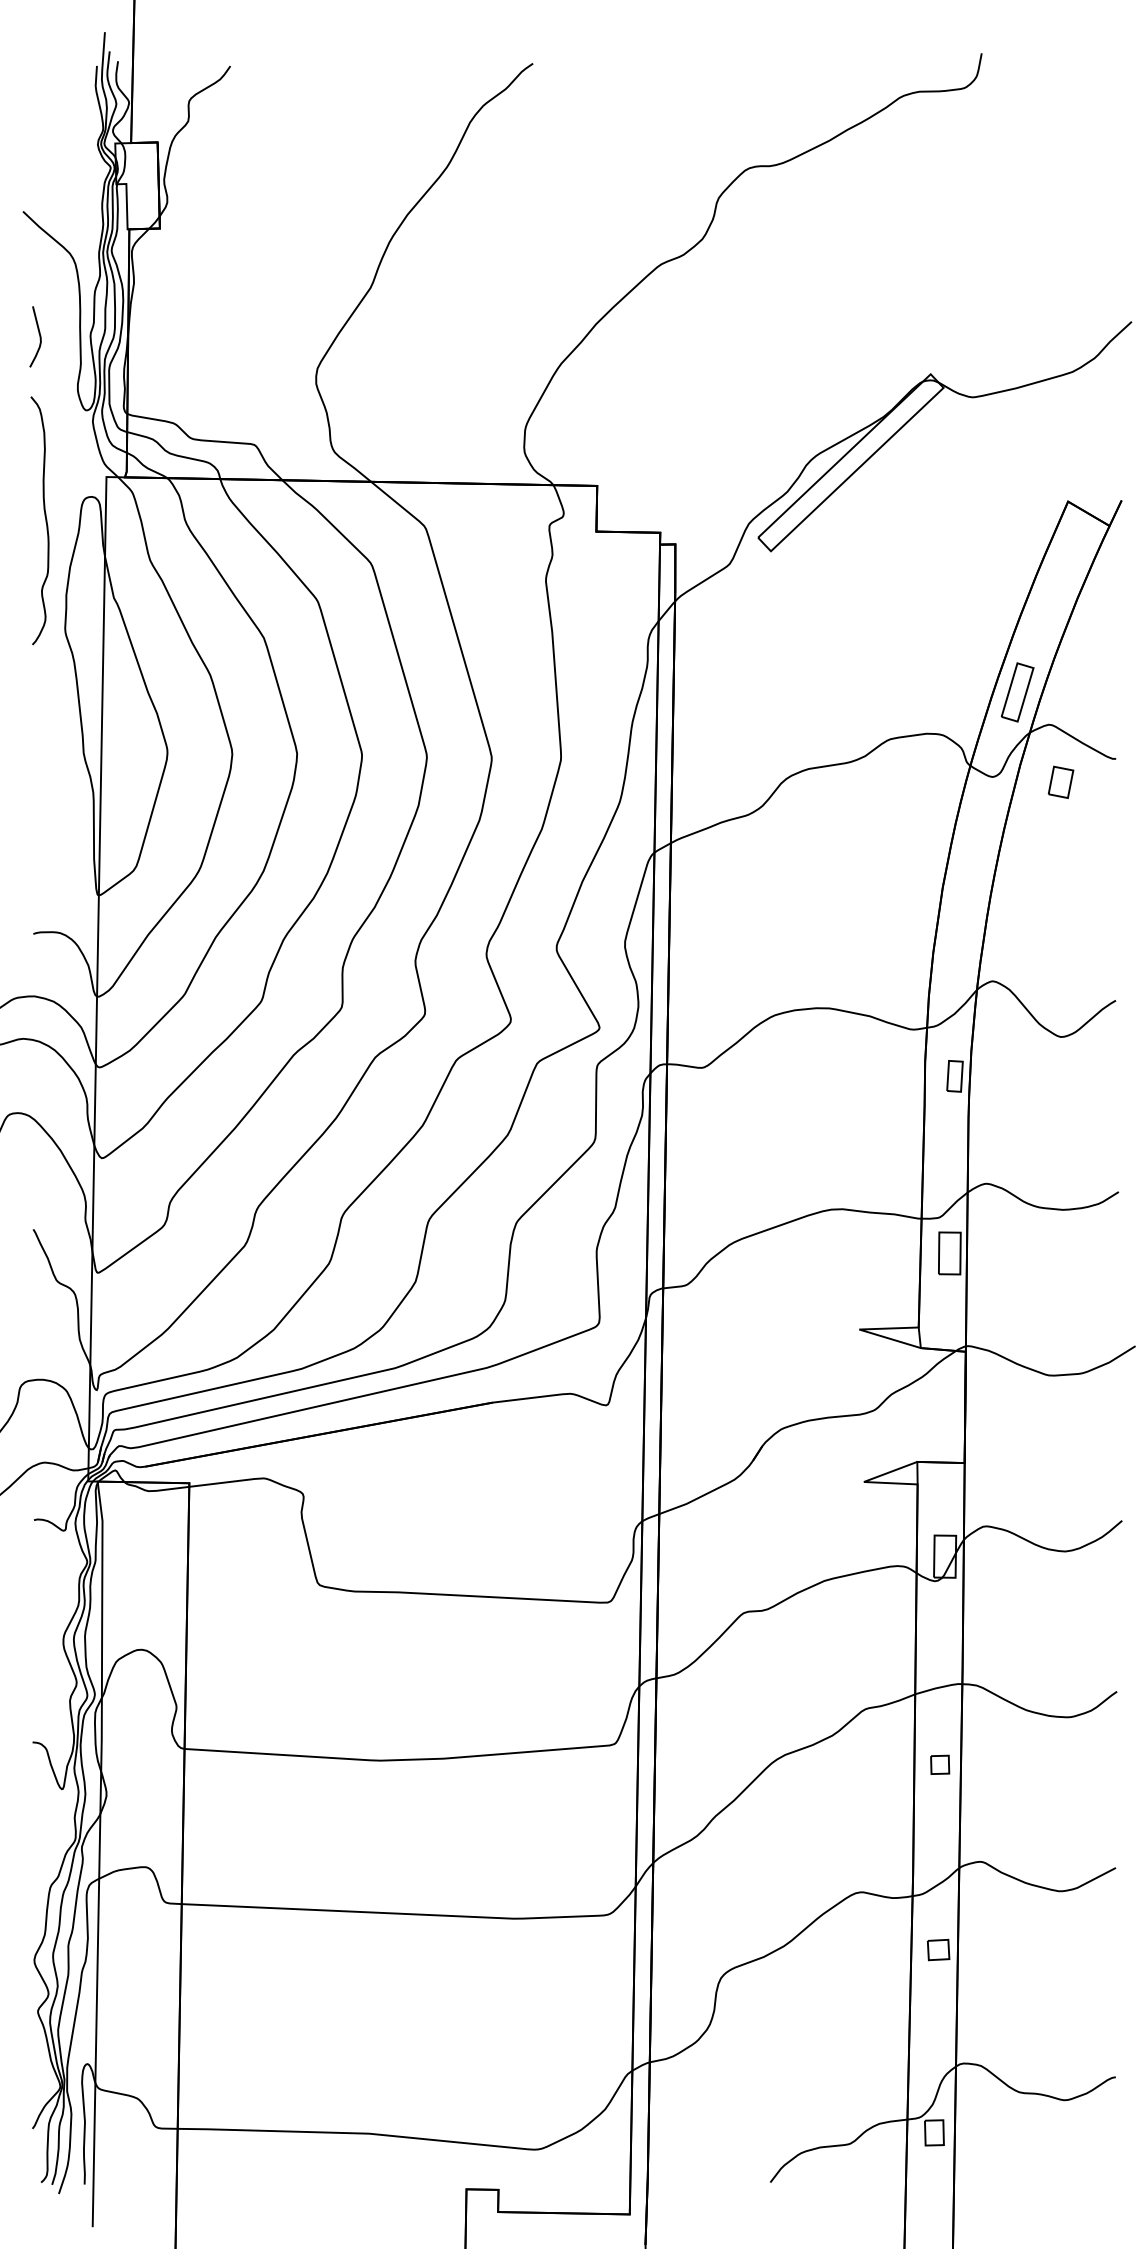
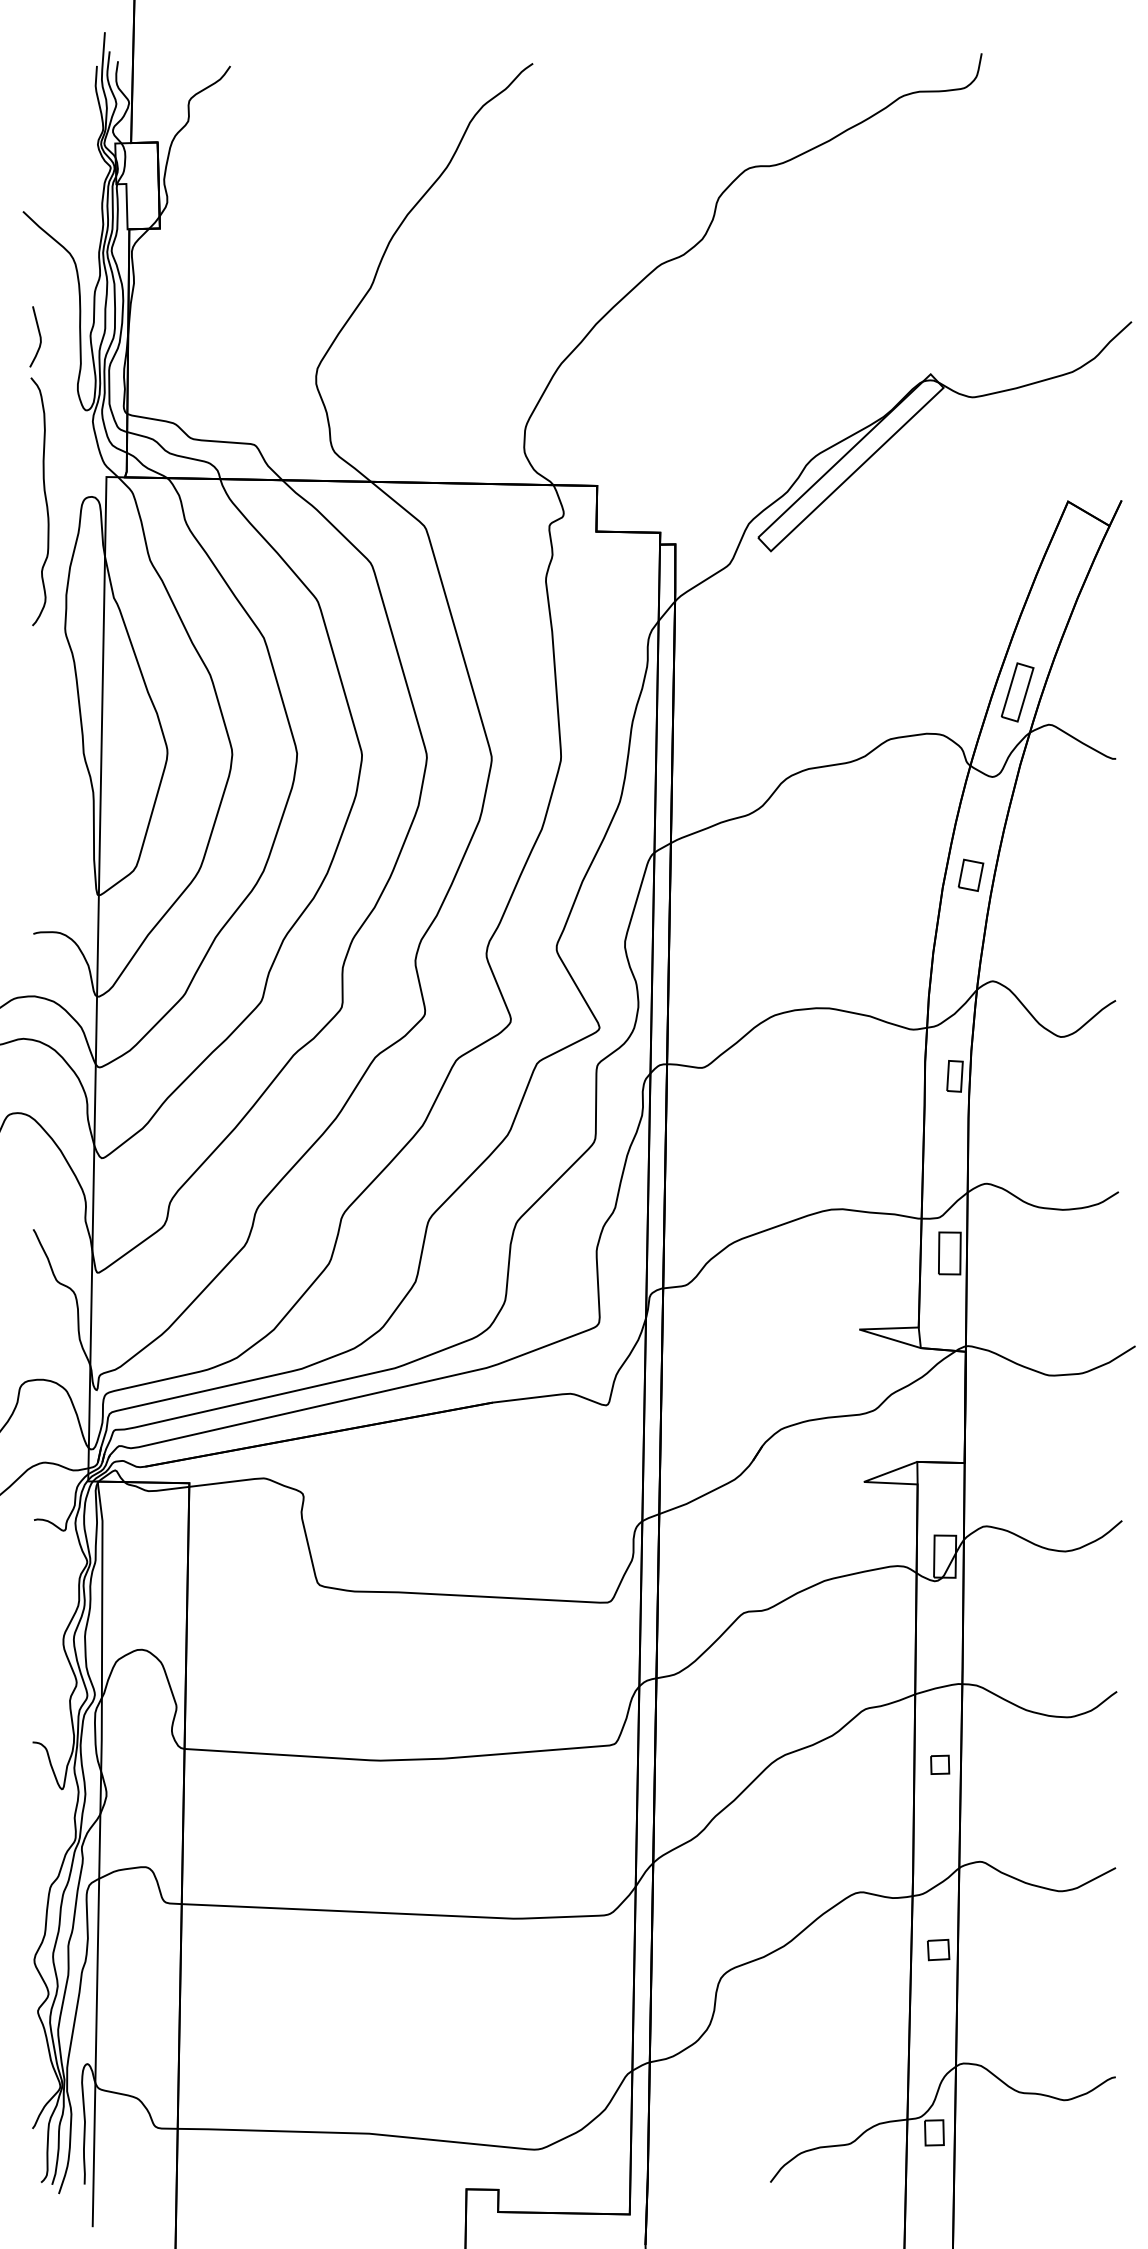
curve at (45, 520) position: (45, 520) -> (45, 501)
part at (1060, 781) position: (1060, 781) -> (970, 874)
